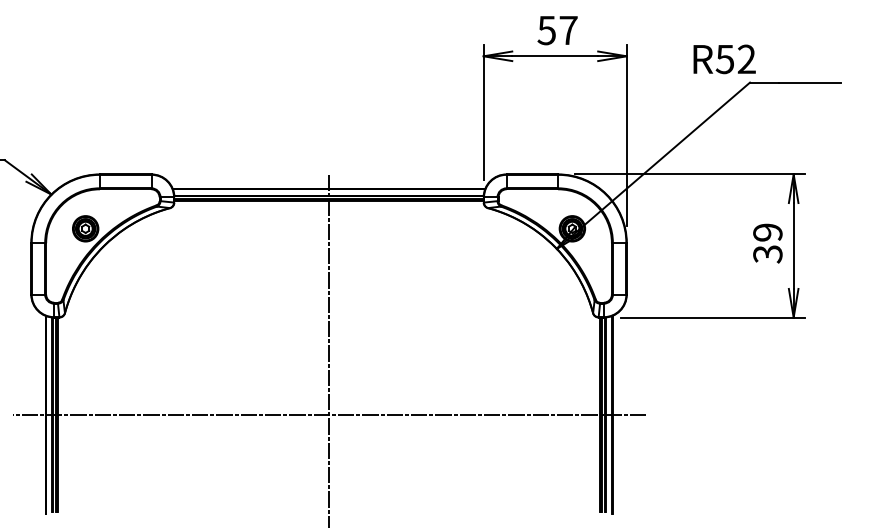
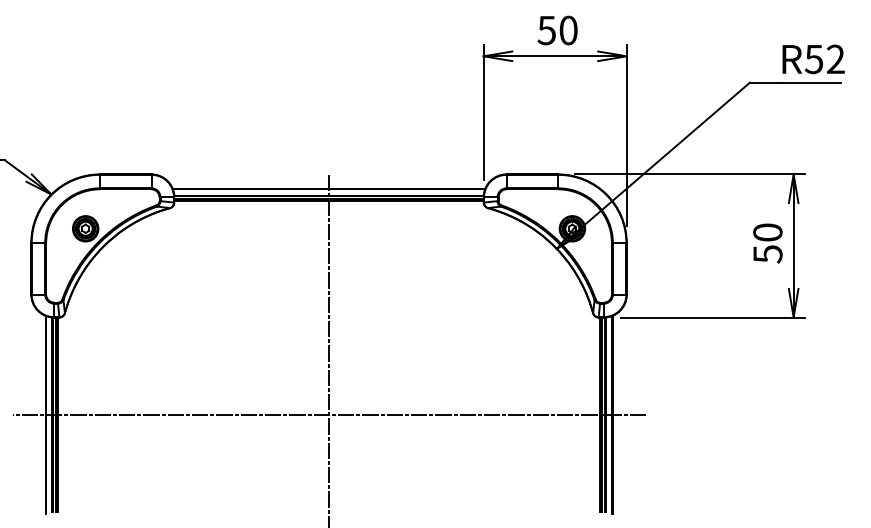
text at (568, 30): 57 -> 50
text at (724, 59) position: (724, 59) -> (813, 59)
text at (767, 243): 39 -> 50
